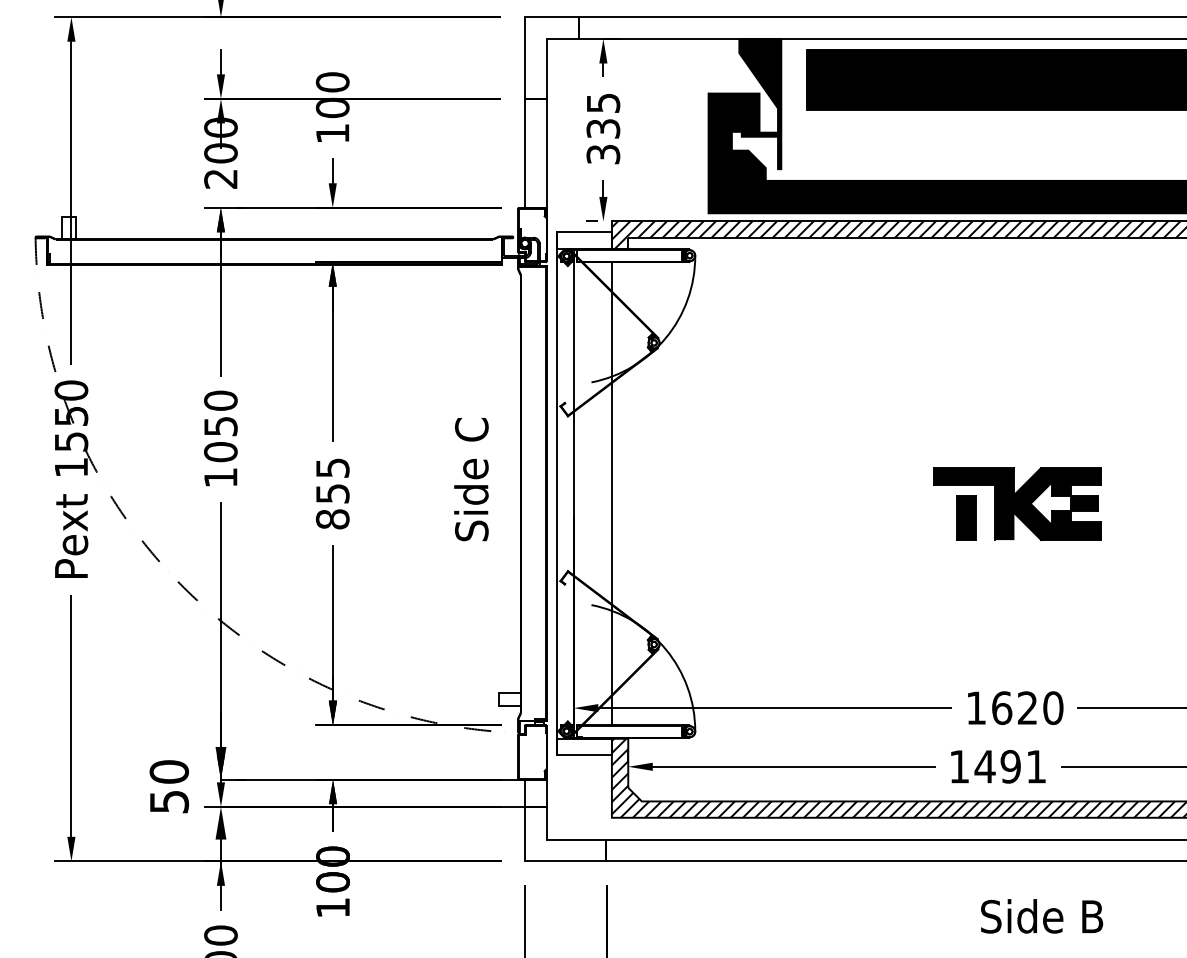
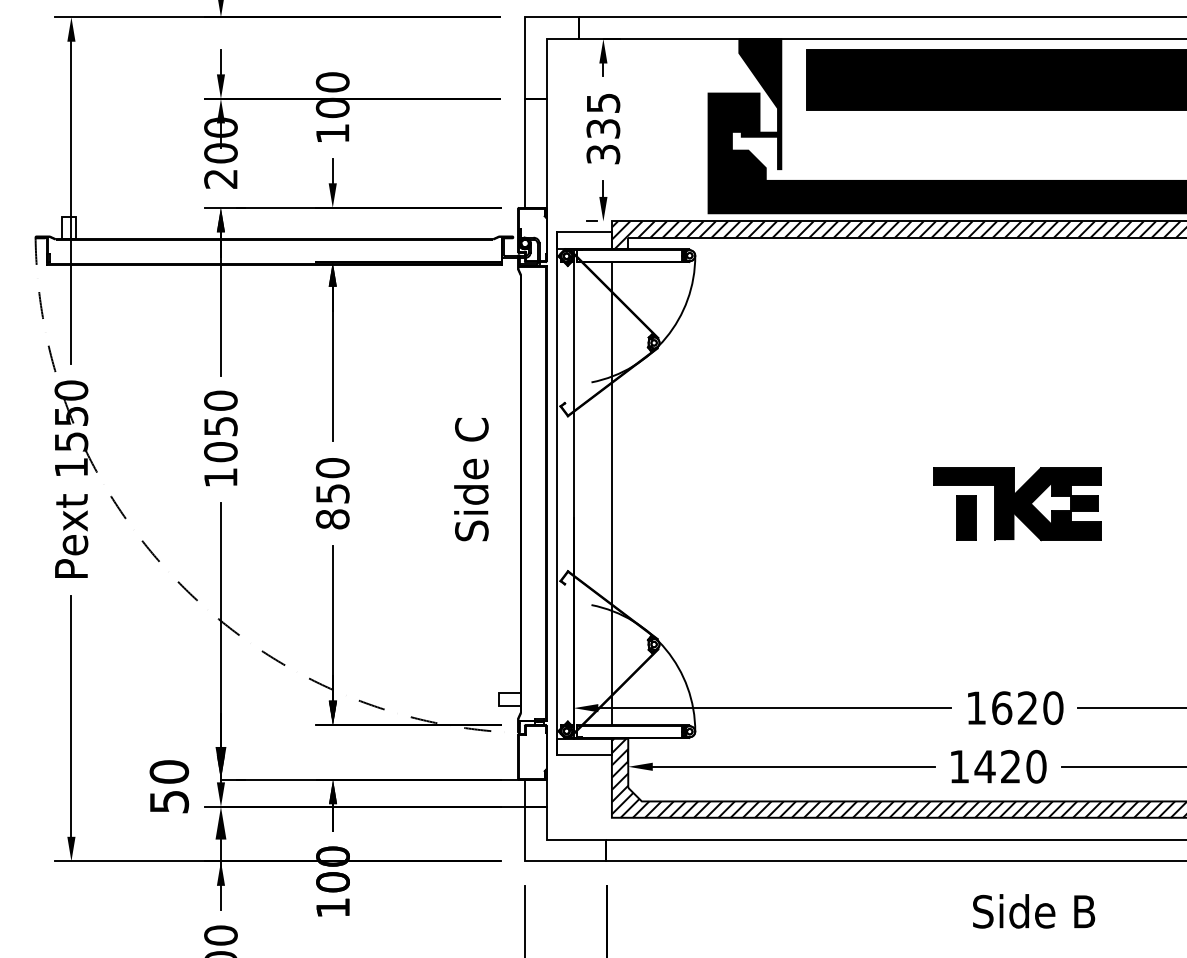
text at (332, 468): 855 -> 850
text at (1023, 766): 1491 -> 1420
text at (1042, 916) position: (1042, 916) -> (1034, 911)
